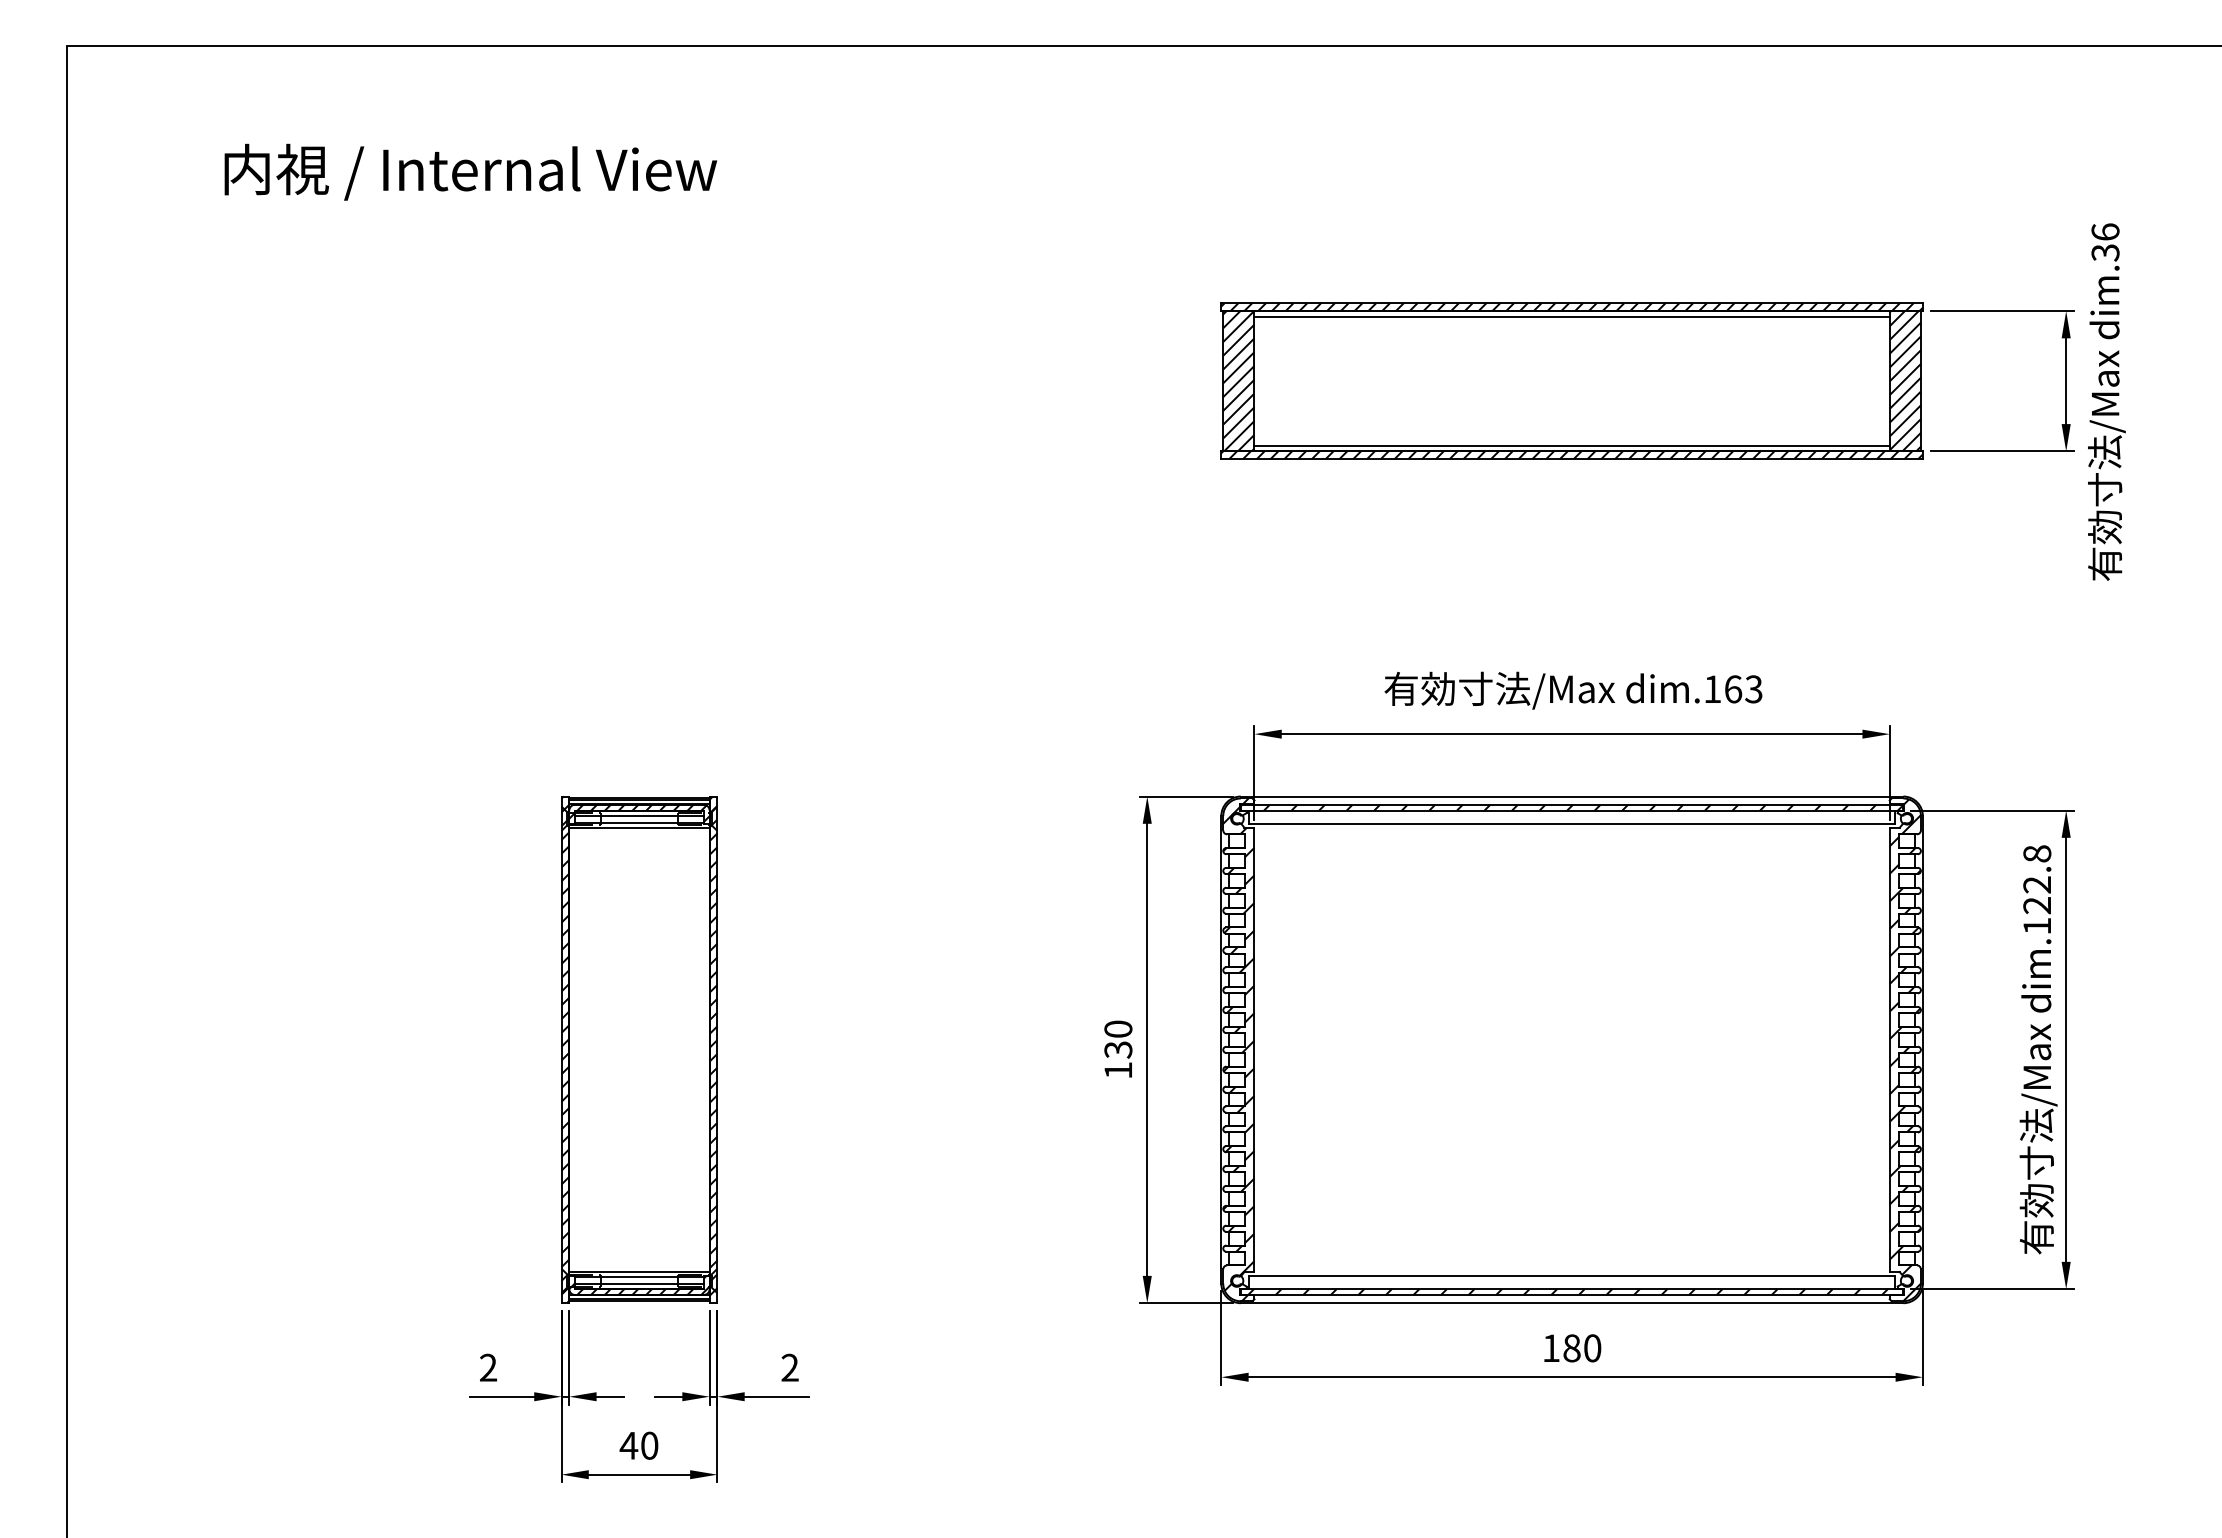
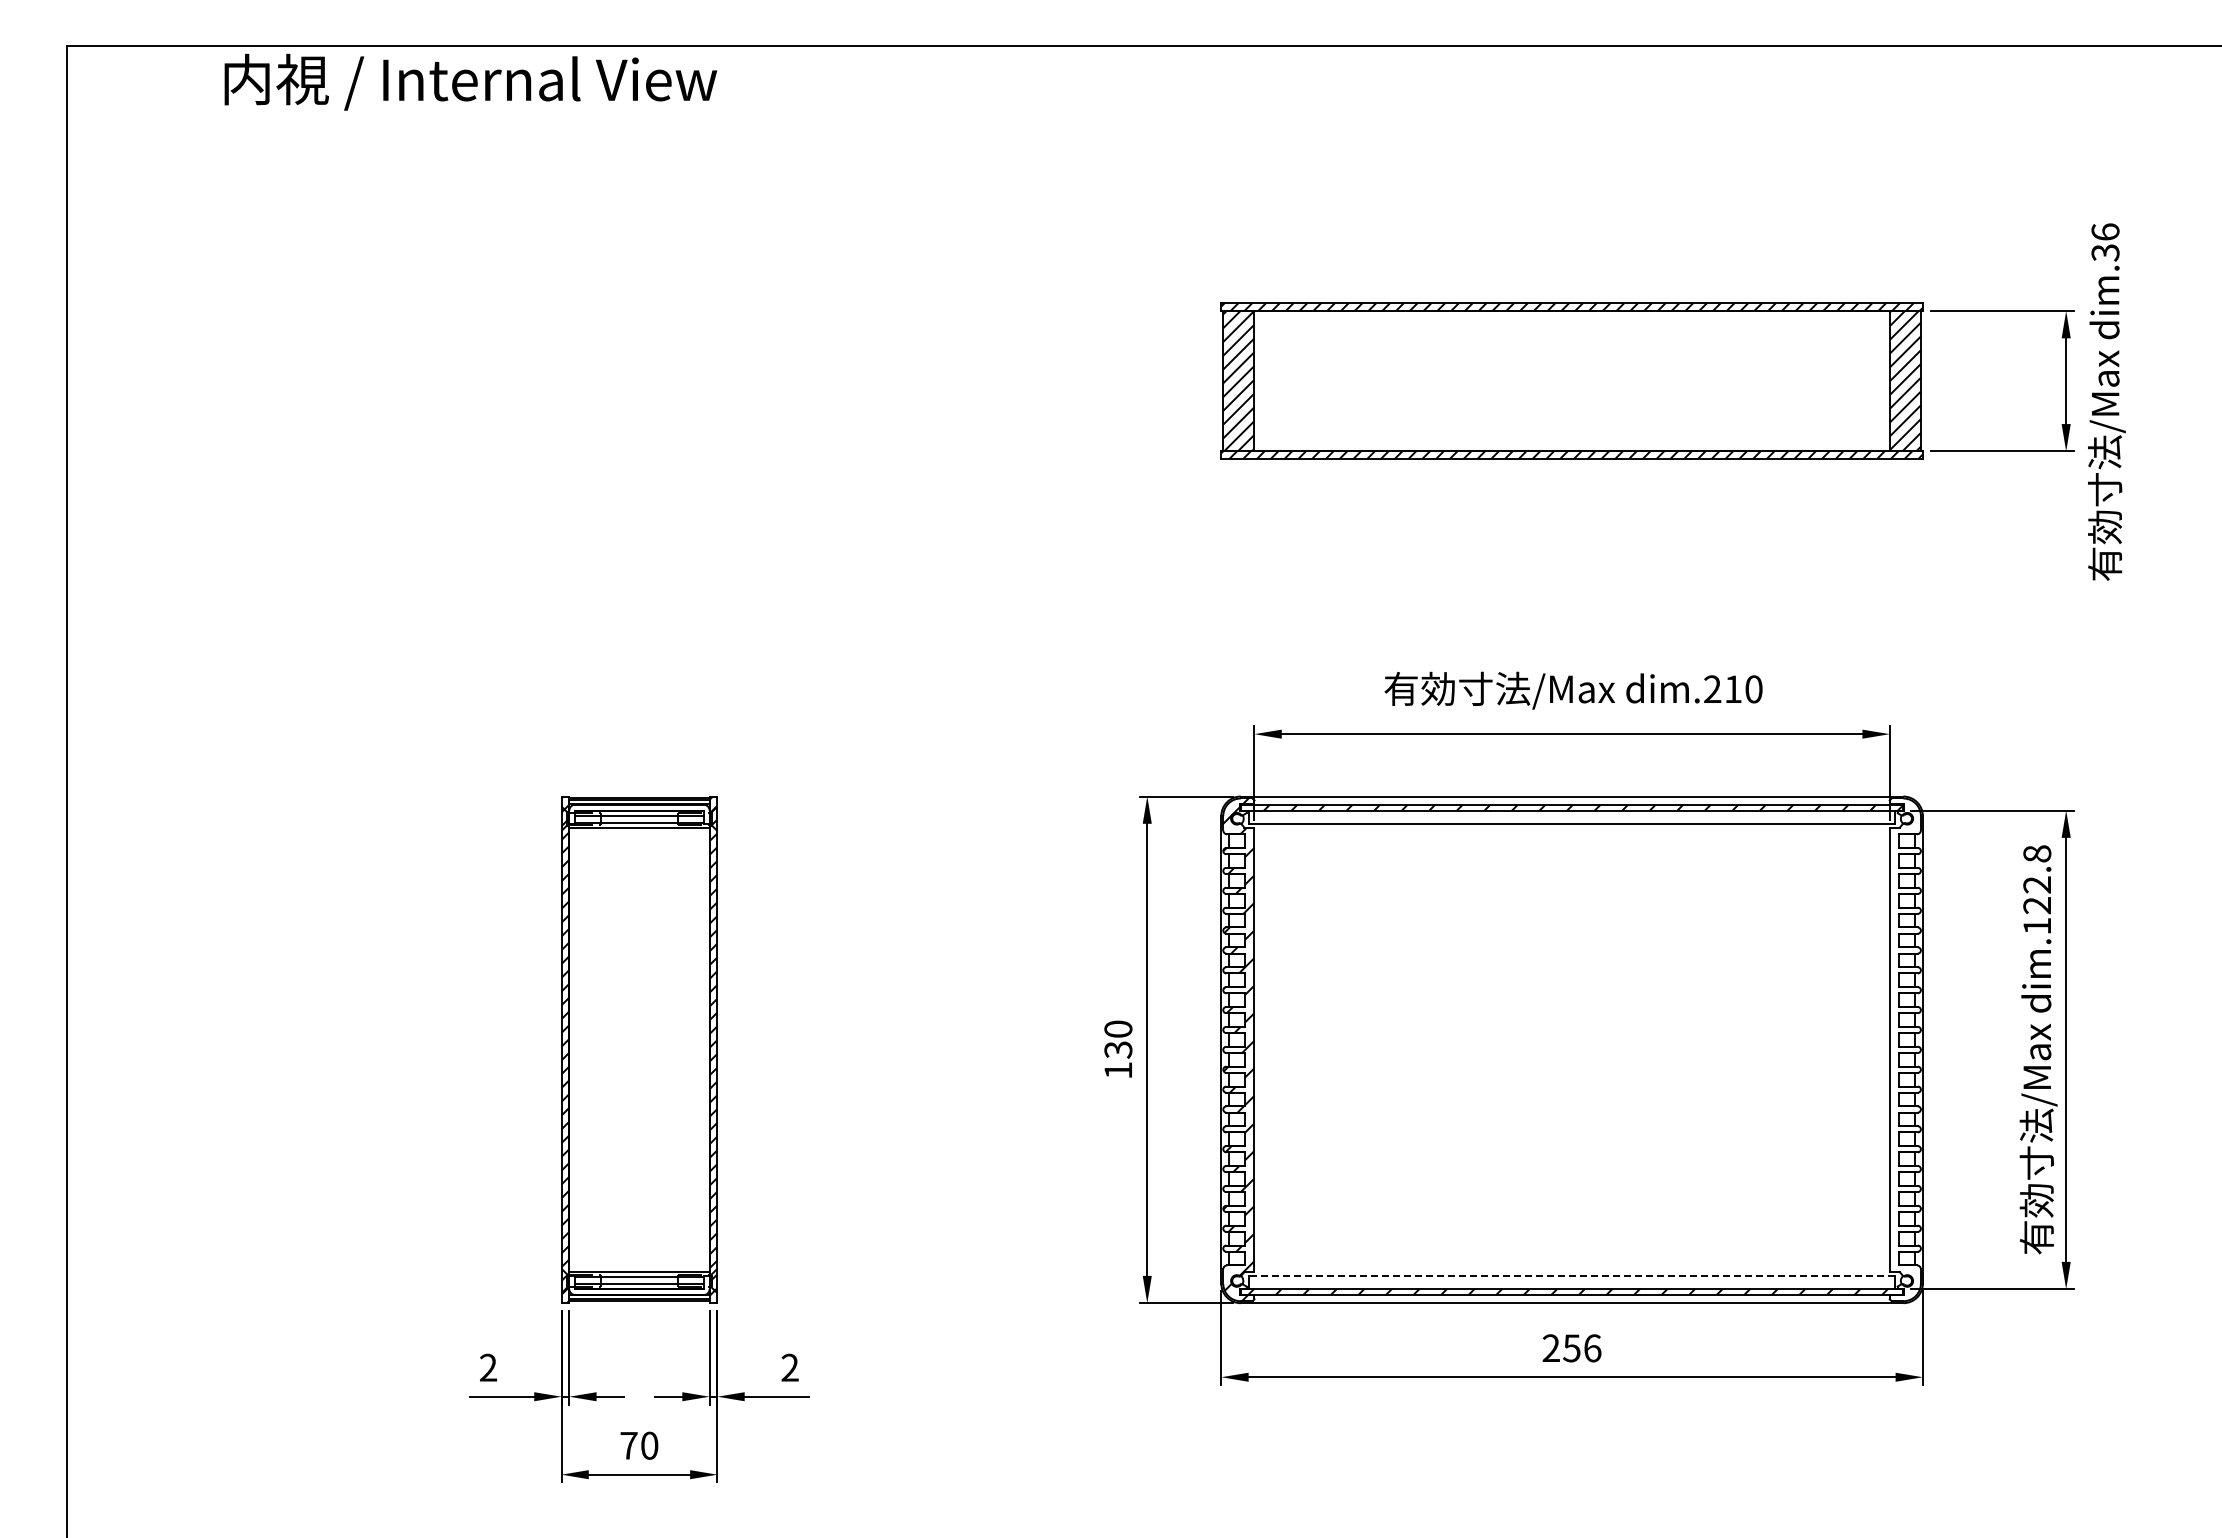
text at (470, 171) position: (470, 171) -> (470, 81)
line at (1571, 316): present -> none
line at (1571, 445): present -> none
text at (1733, 689): dim.163 -> dim.210
hatch at (639, 813): present -> none
hatch at (1904, 1050): present -> none
line at (1571, 1275): solid -> dashed
hatch at (639, 1285): present -> none
text at (1571, 1348): 180 -> 256
text at (628, 1445): 40 -> 70
